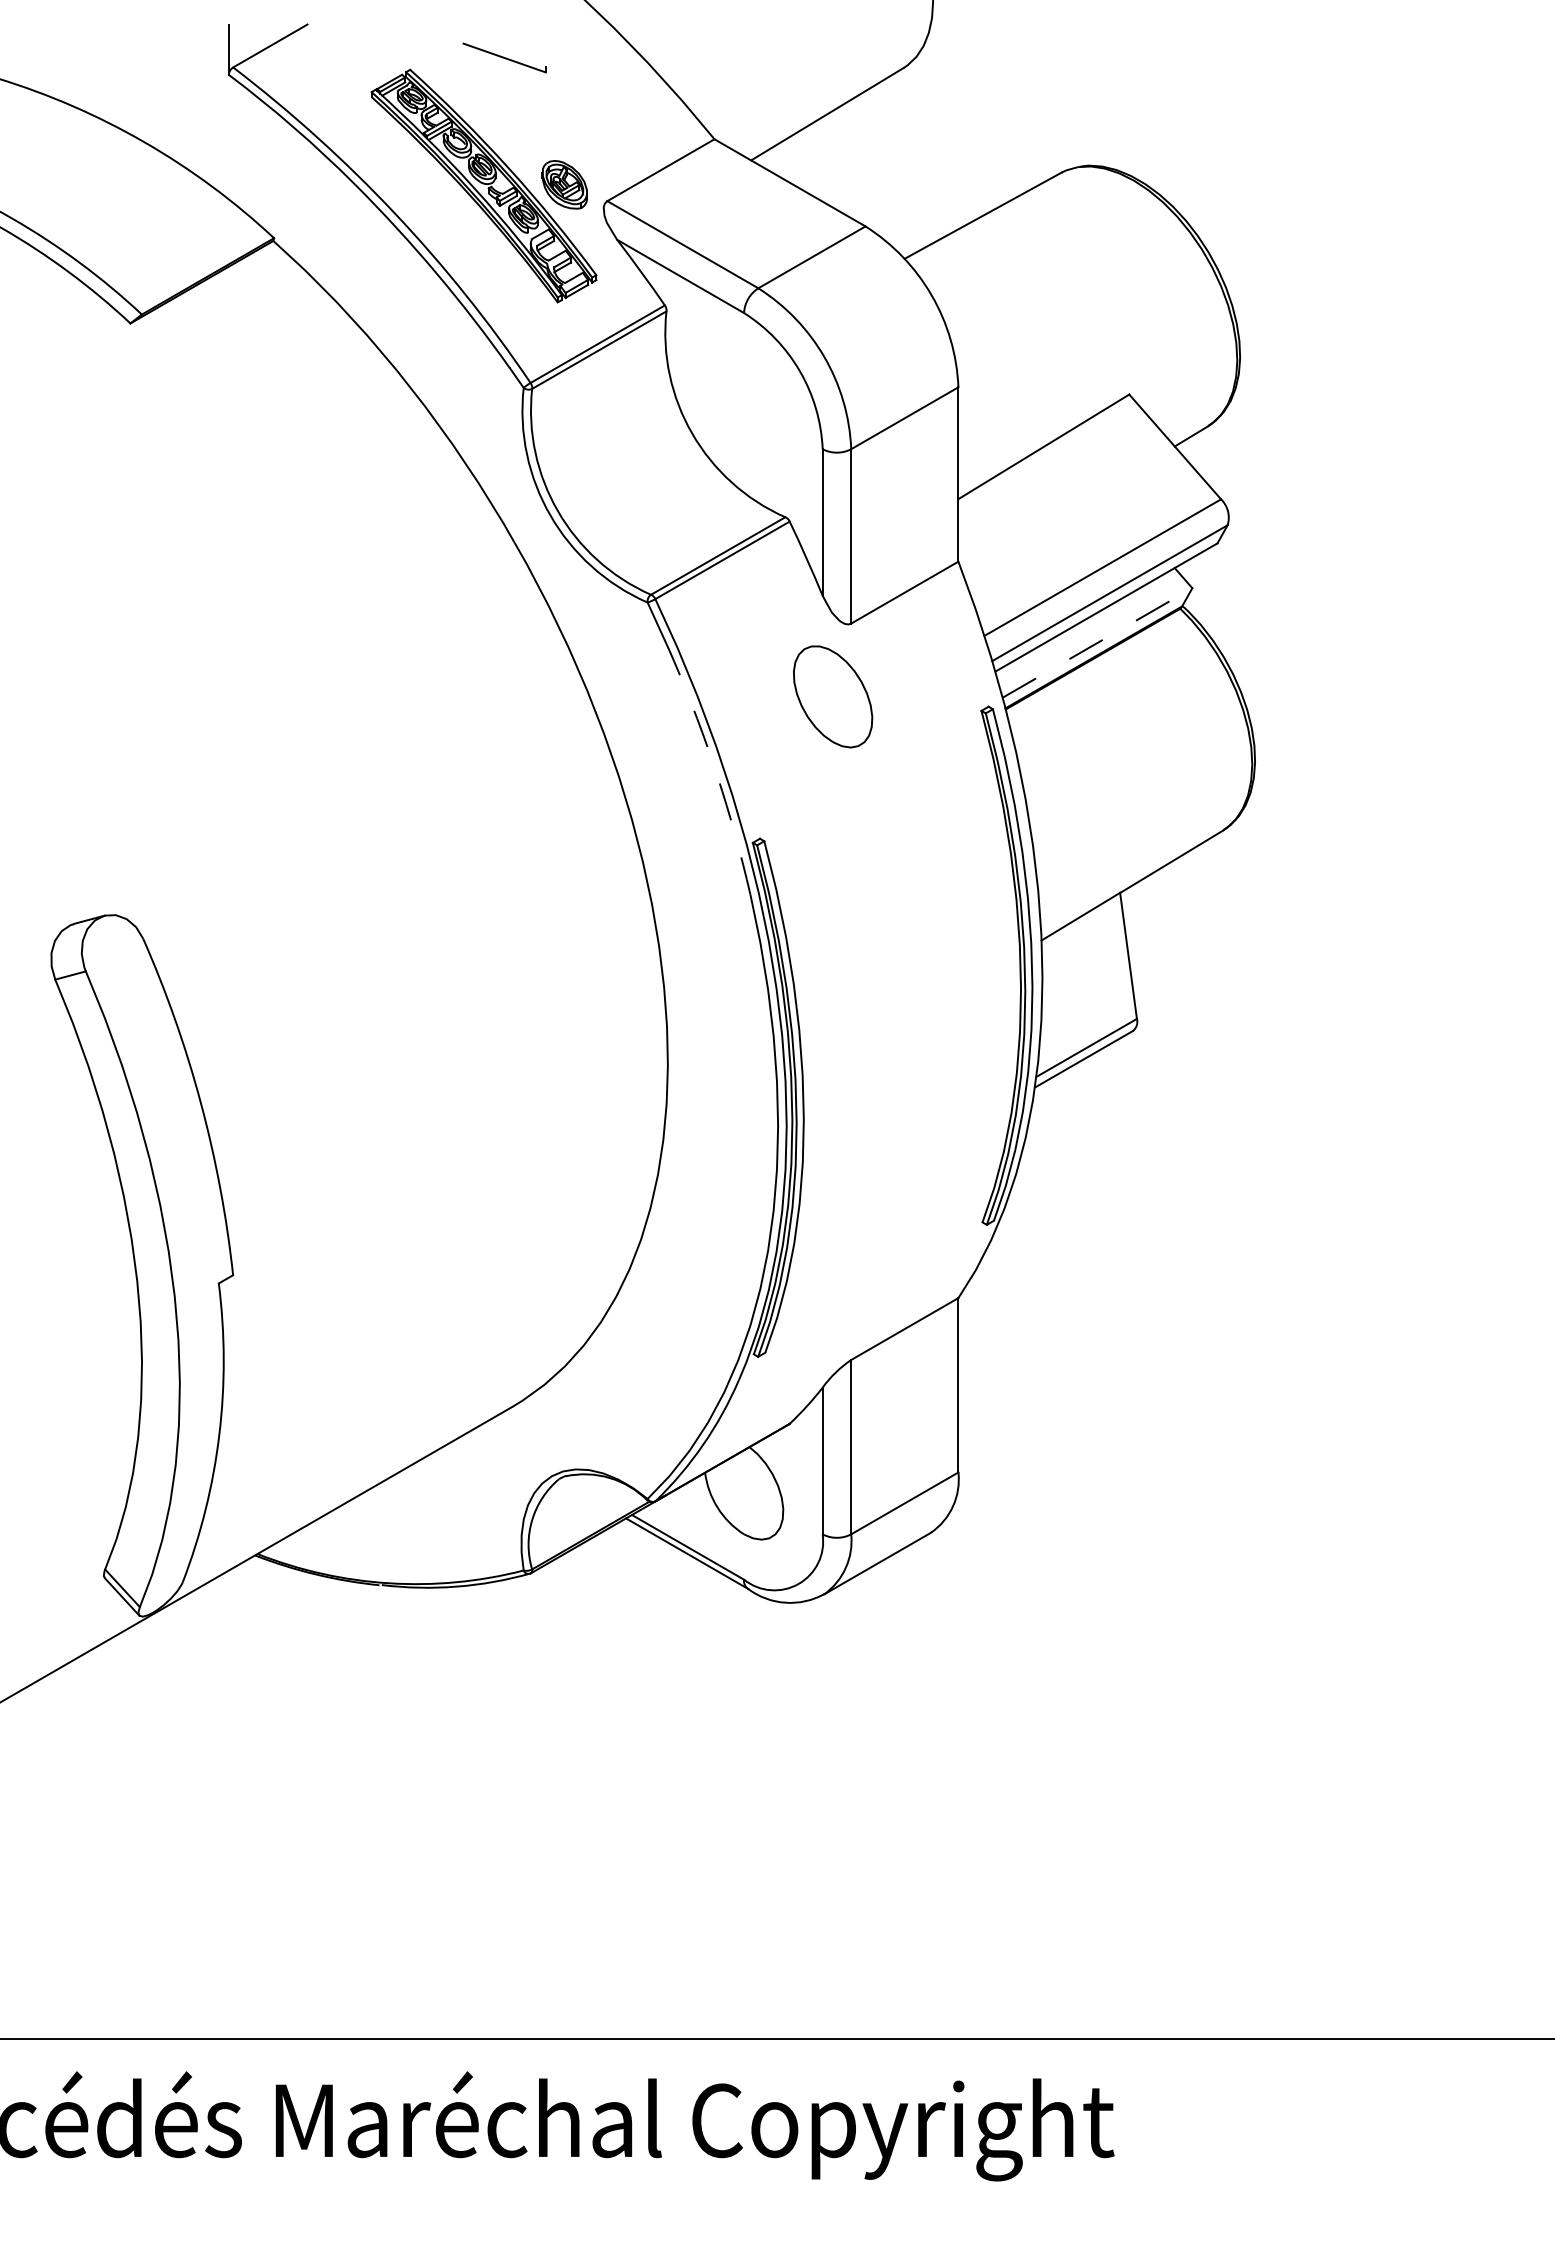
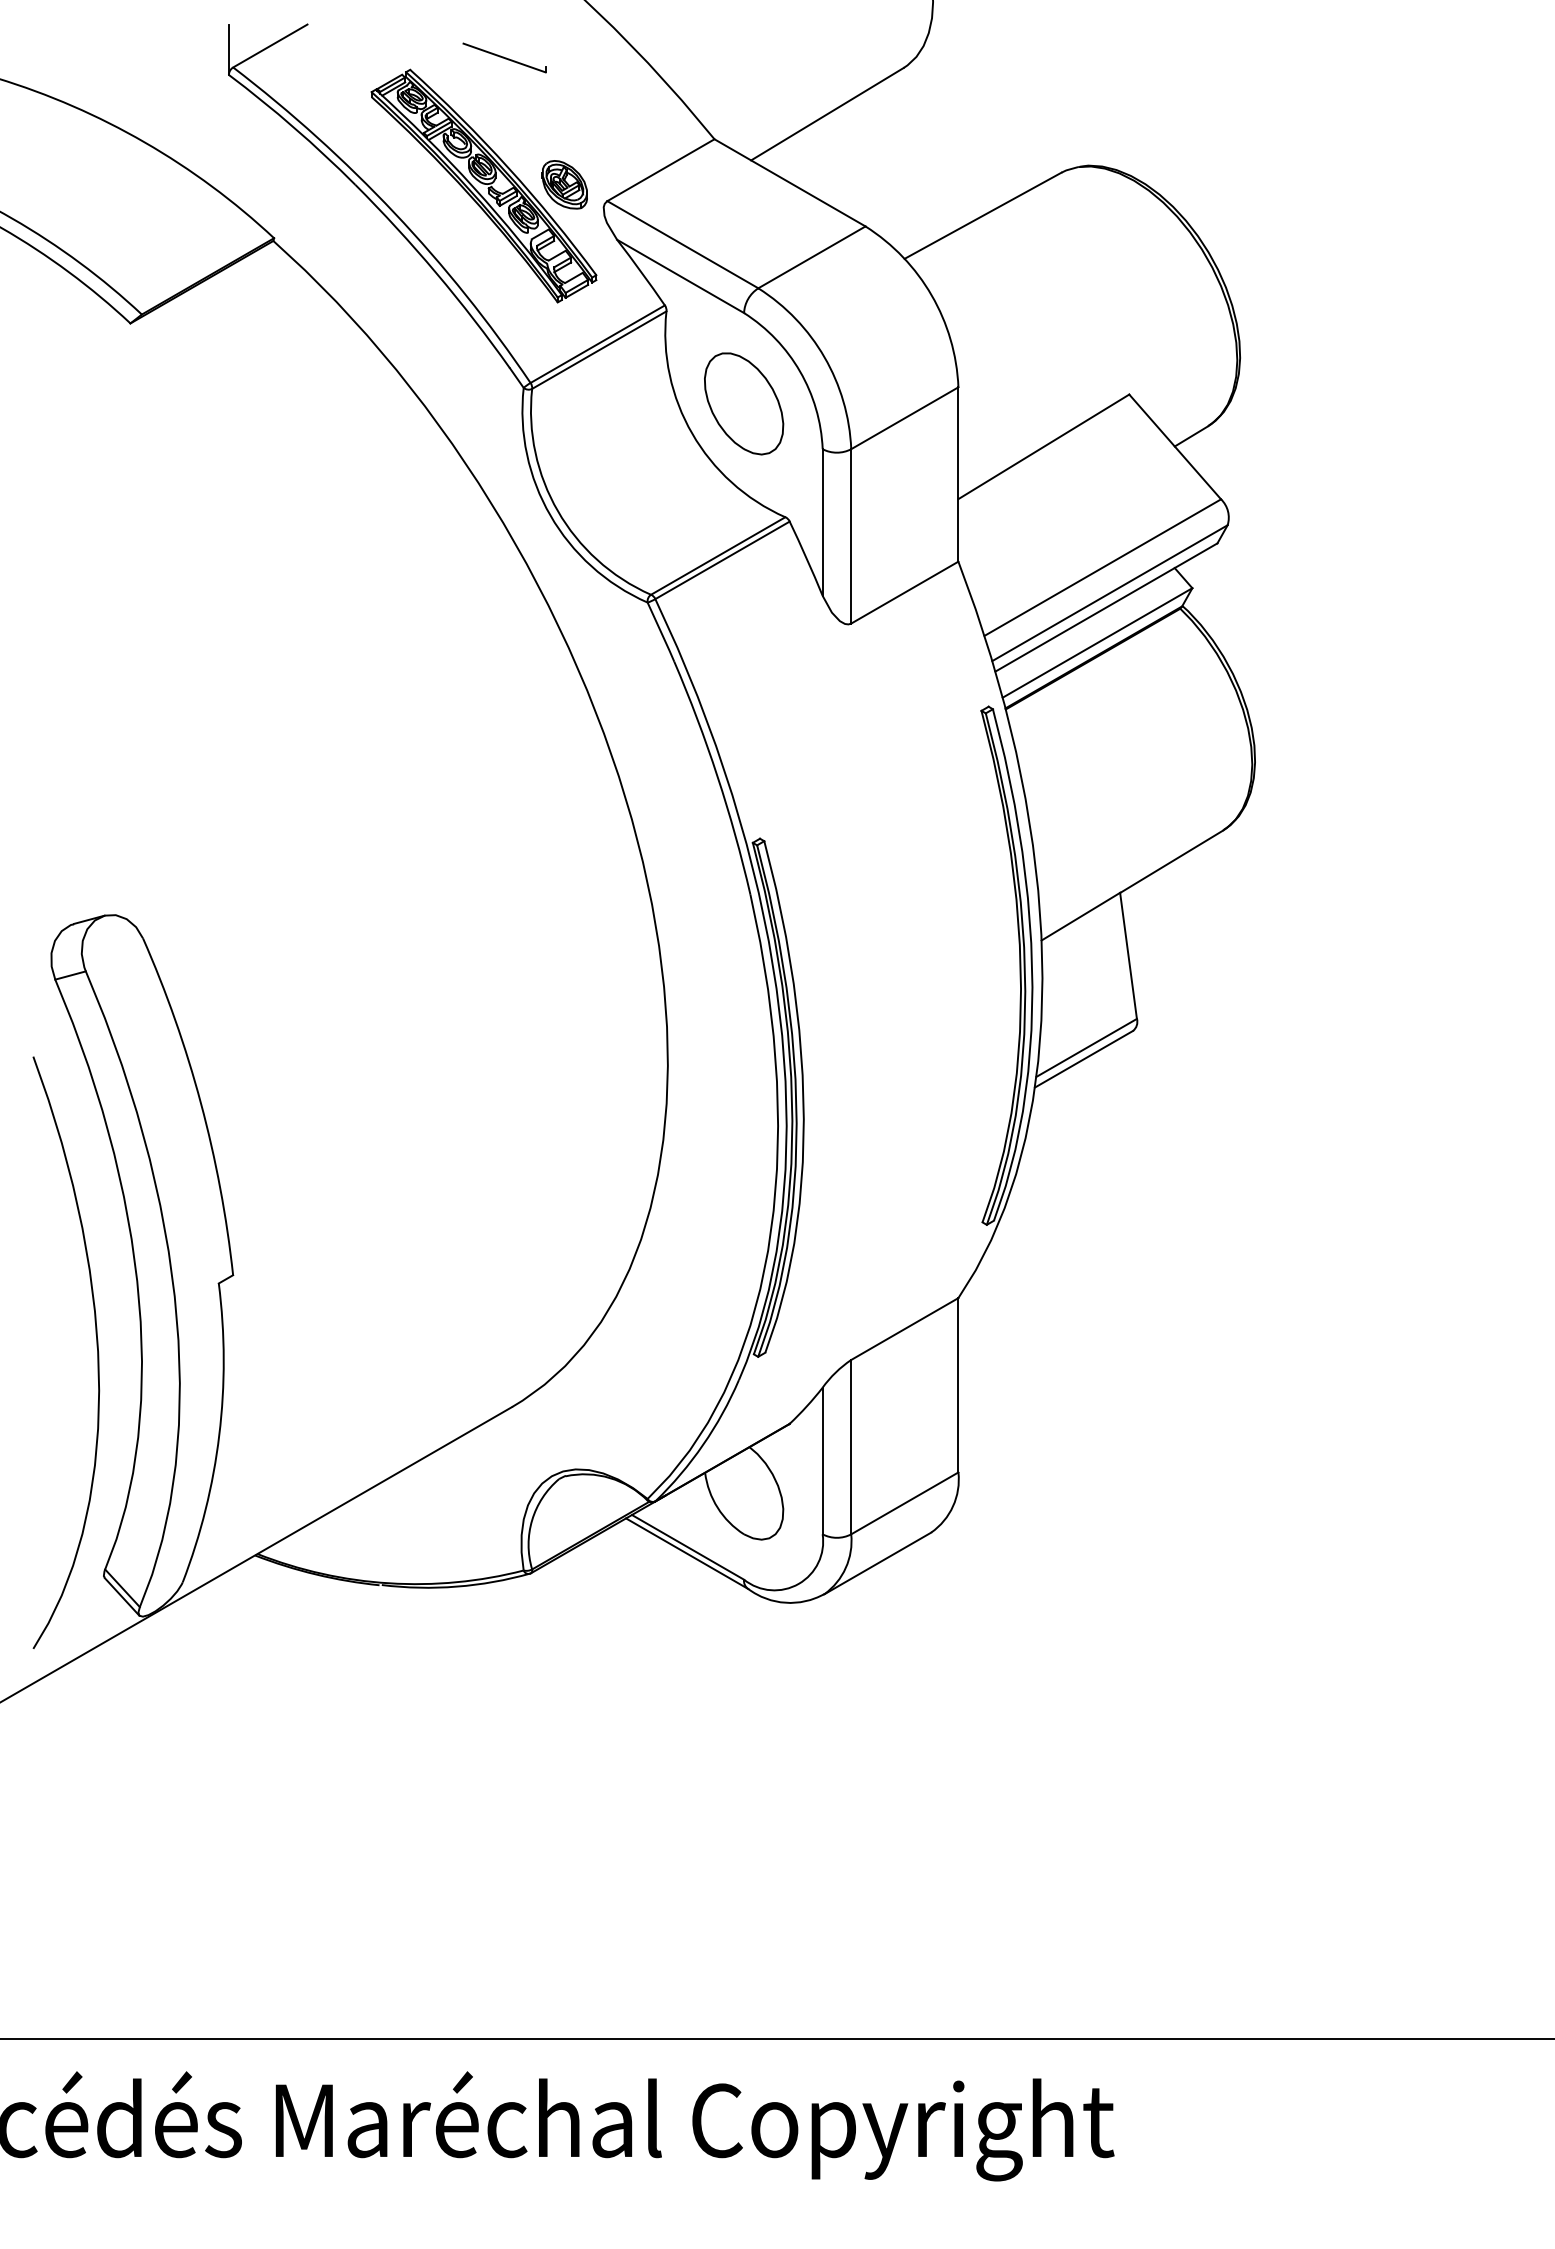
line at (1097, 642): dashed -> solid
part at (833, 696) position: (833, 696) -> (744, 403)
arc at (717, 776): dashed -> solid
curve at (96, 1347): none -> present
